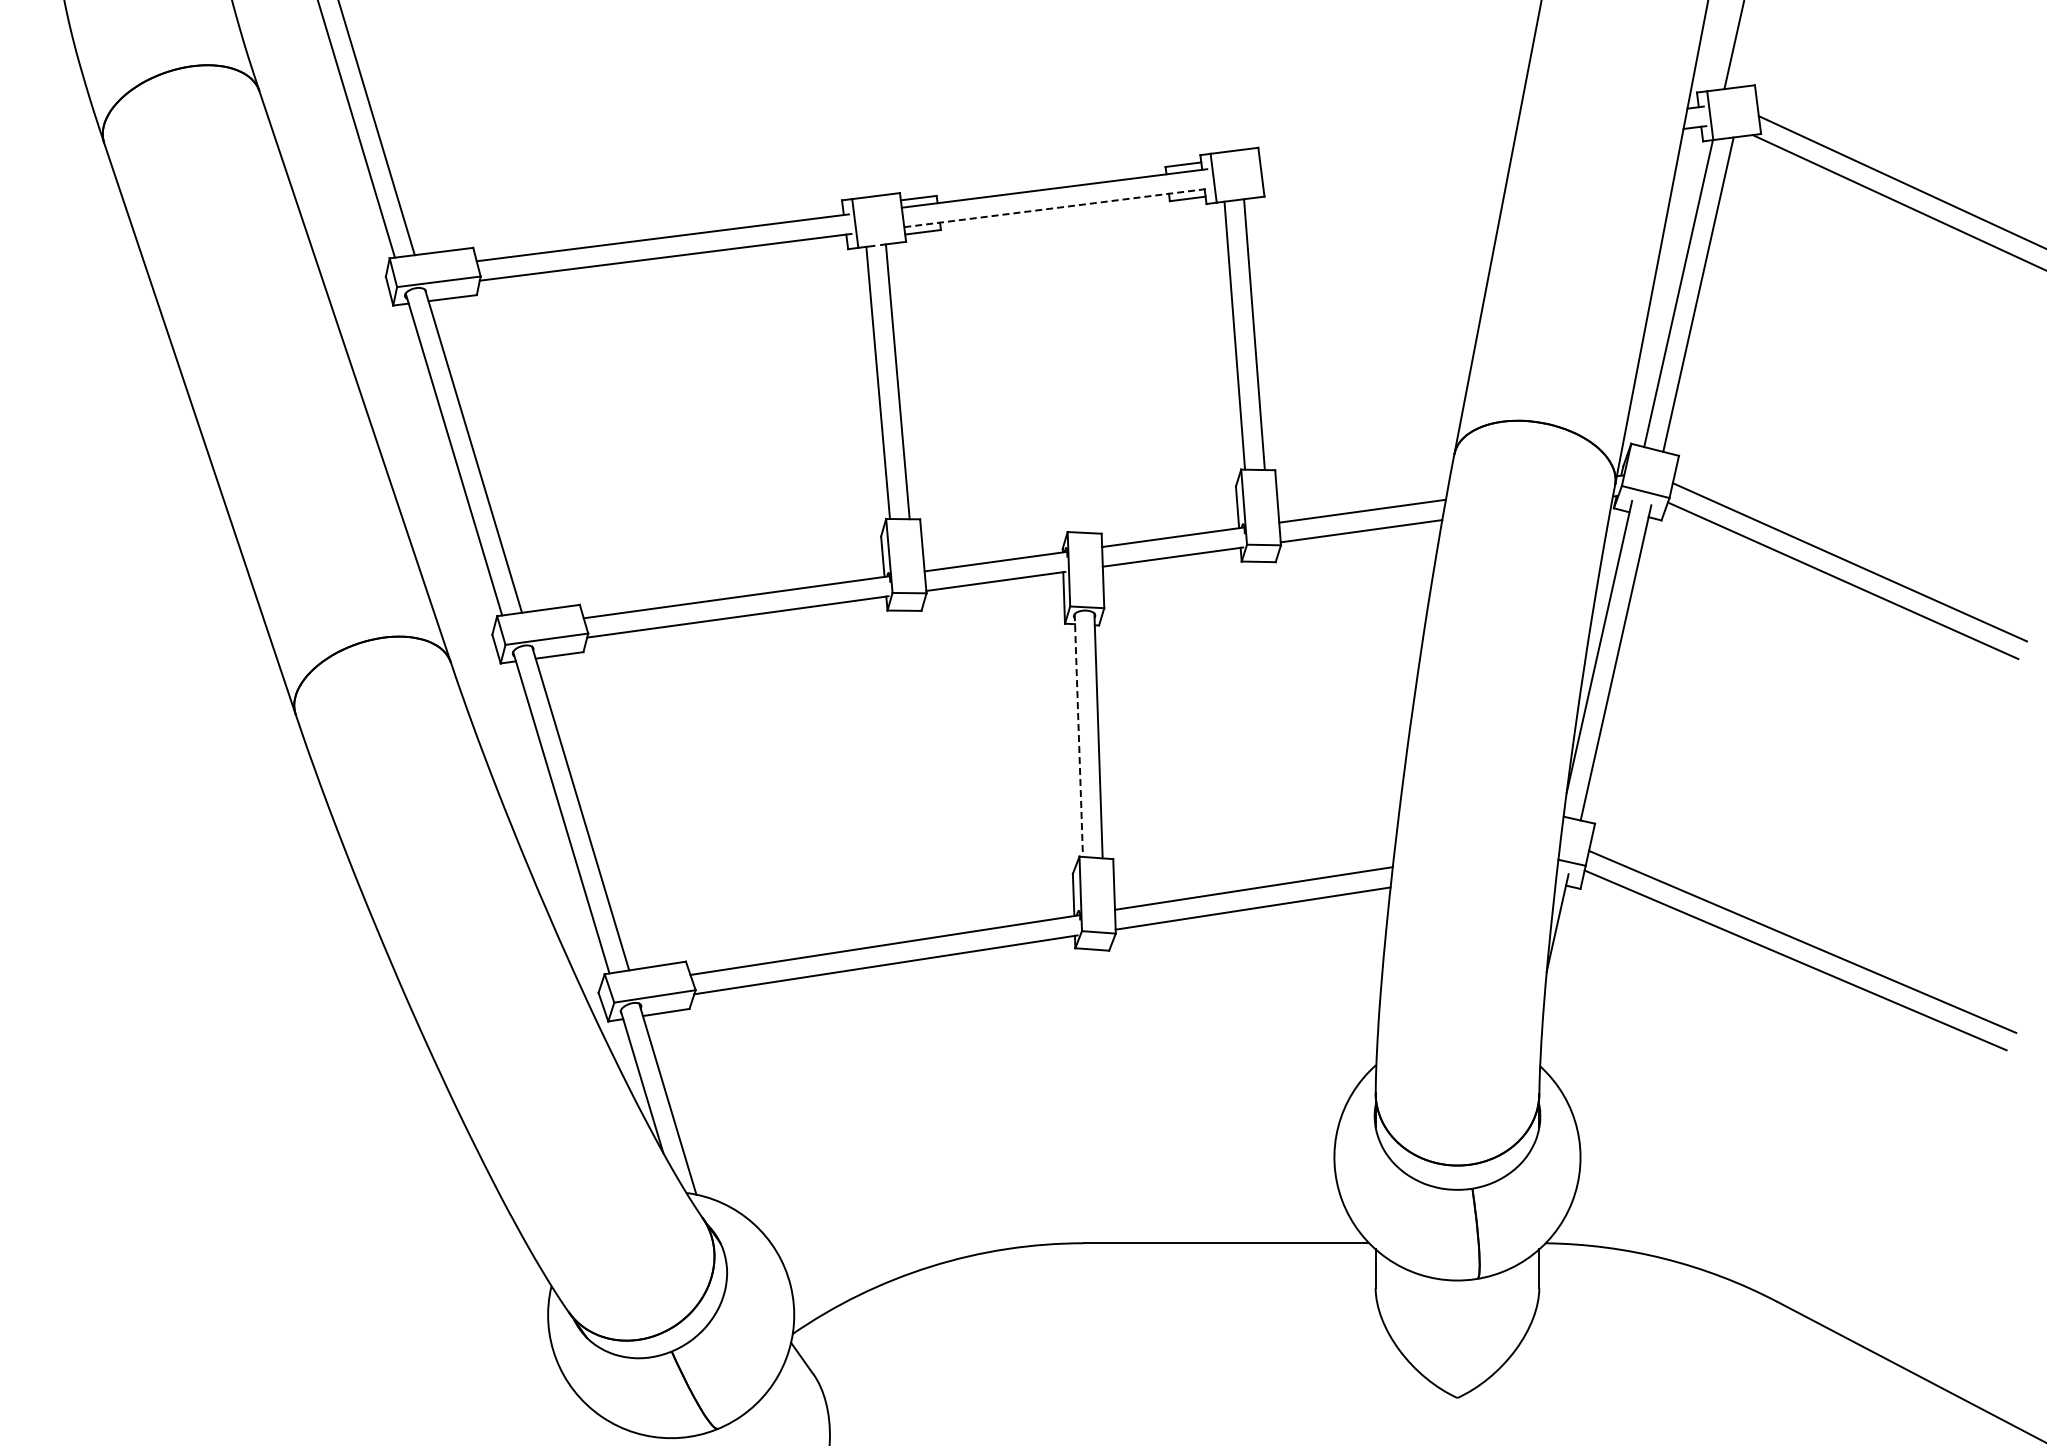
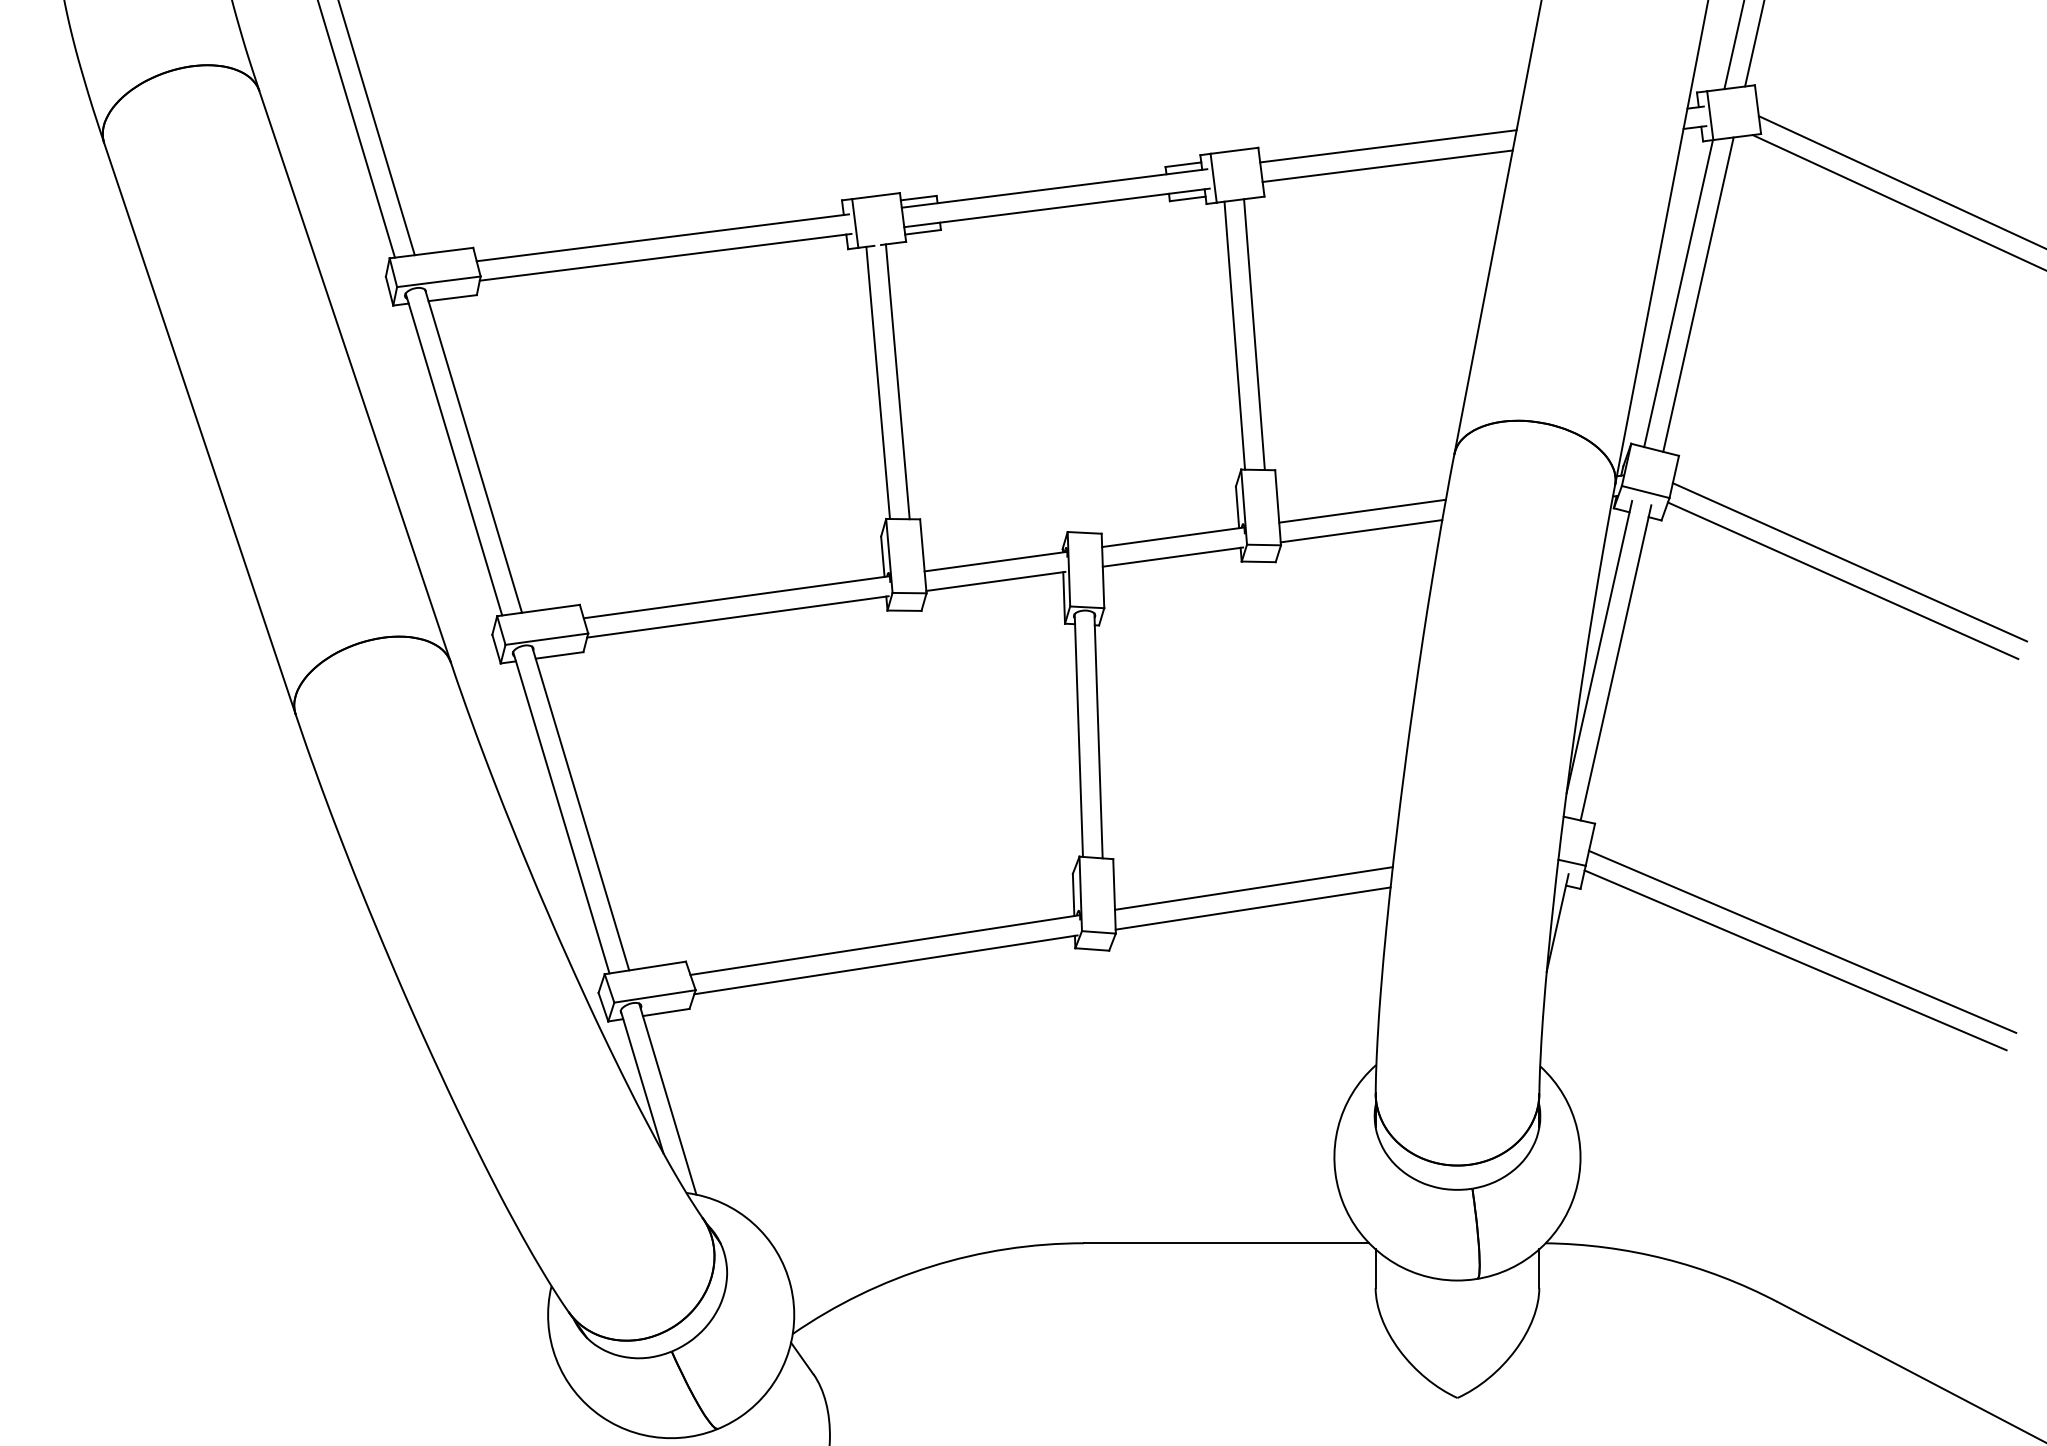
line at (1754, 44): none -> present
line at (1388, 146): none -> present
line at (1387, 166): none -> present
line at (1057, 207): dashed -> solid
line at (1078, 736): dashed -> solid
